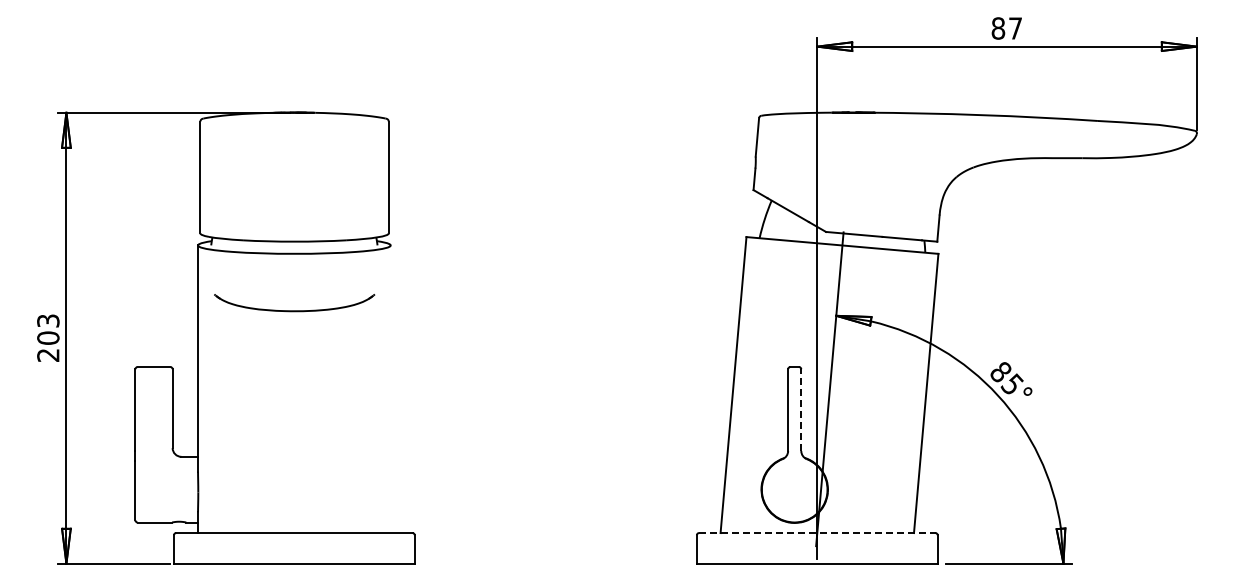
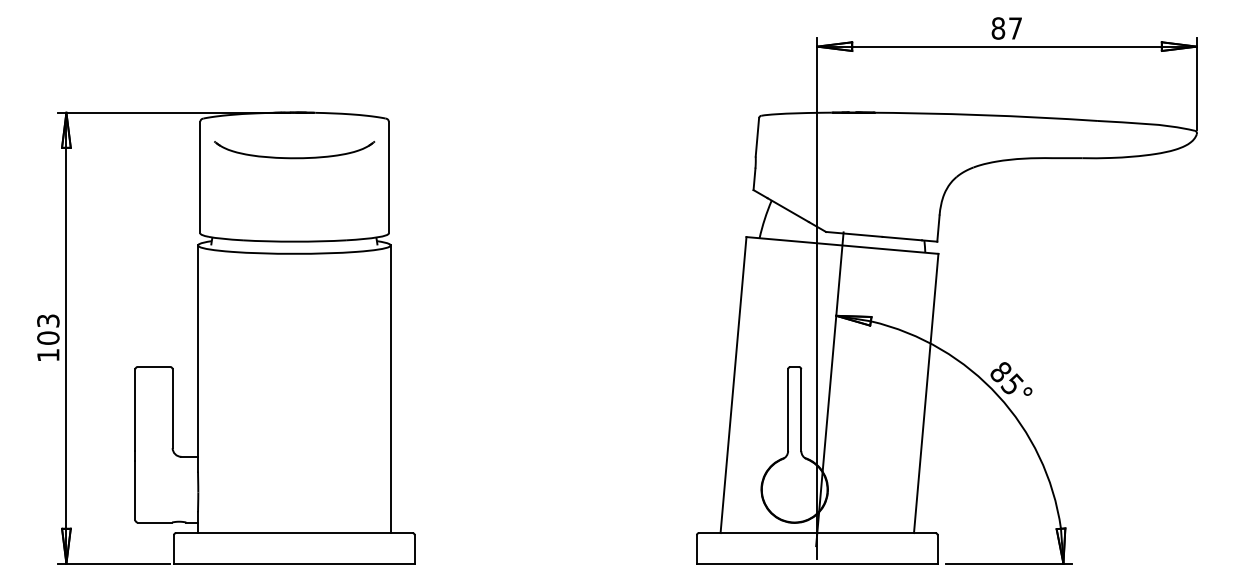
part at (294, 310) position: (294, 310) -> (294, 157)
text at (48, 355): 203 -> 103
line at (390, 389): none -> present
line at (801, 410): dashed -> solid
line at (817, 533): dashed -> solid
